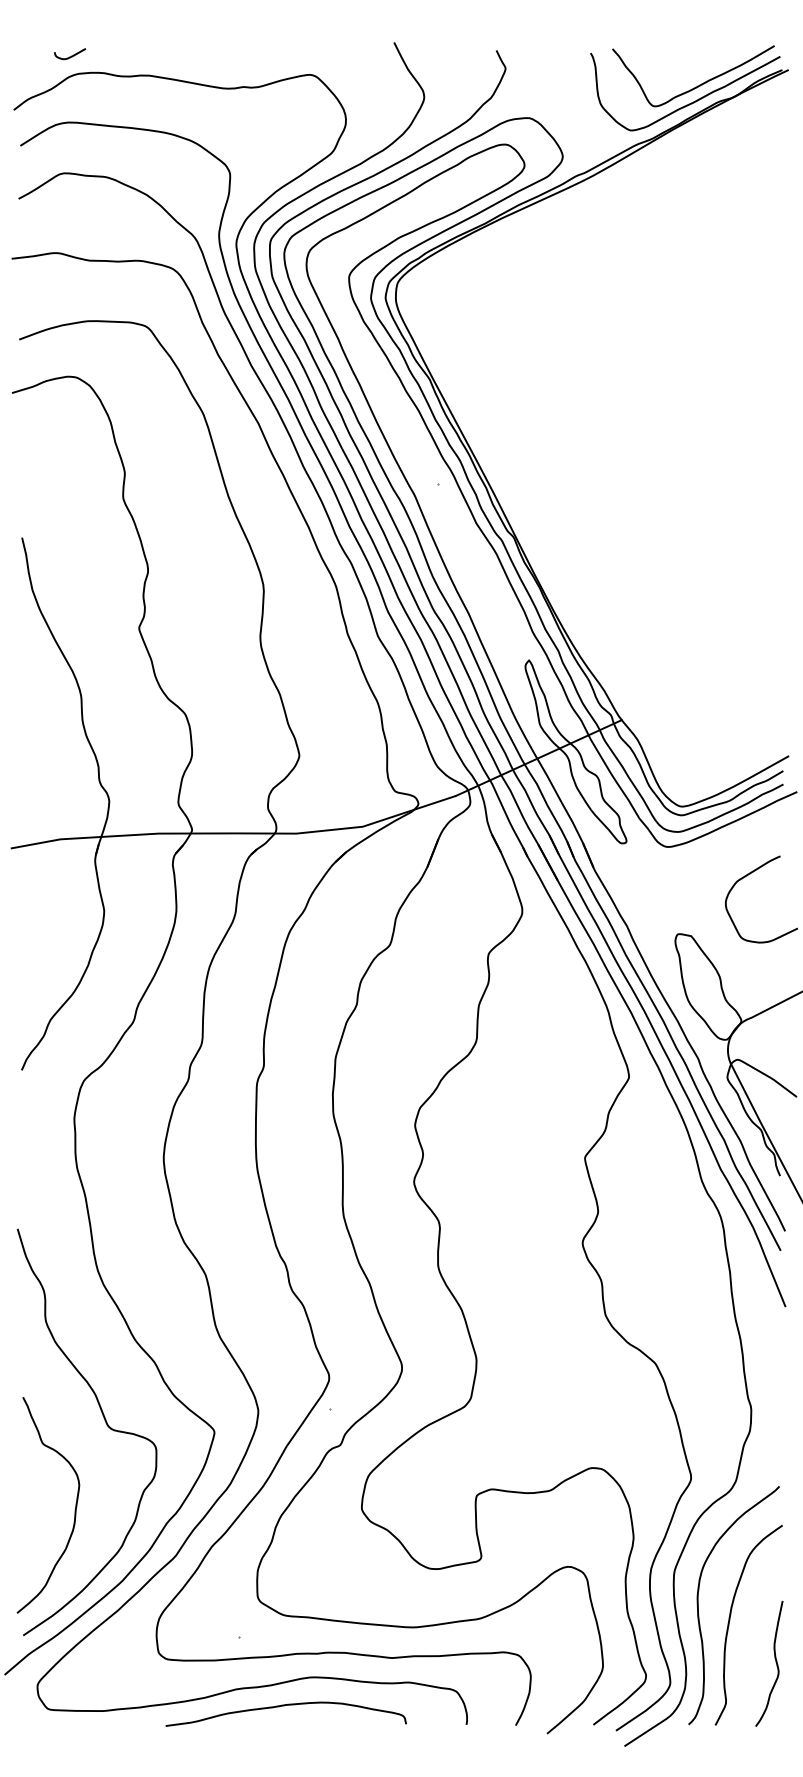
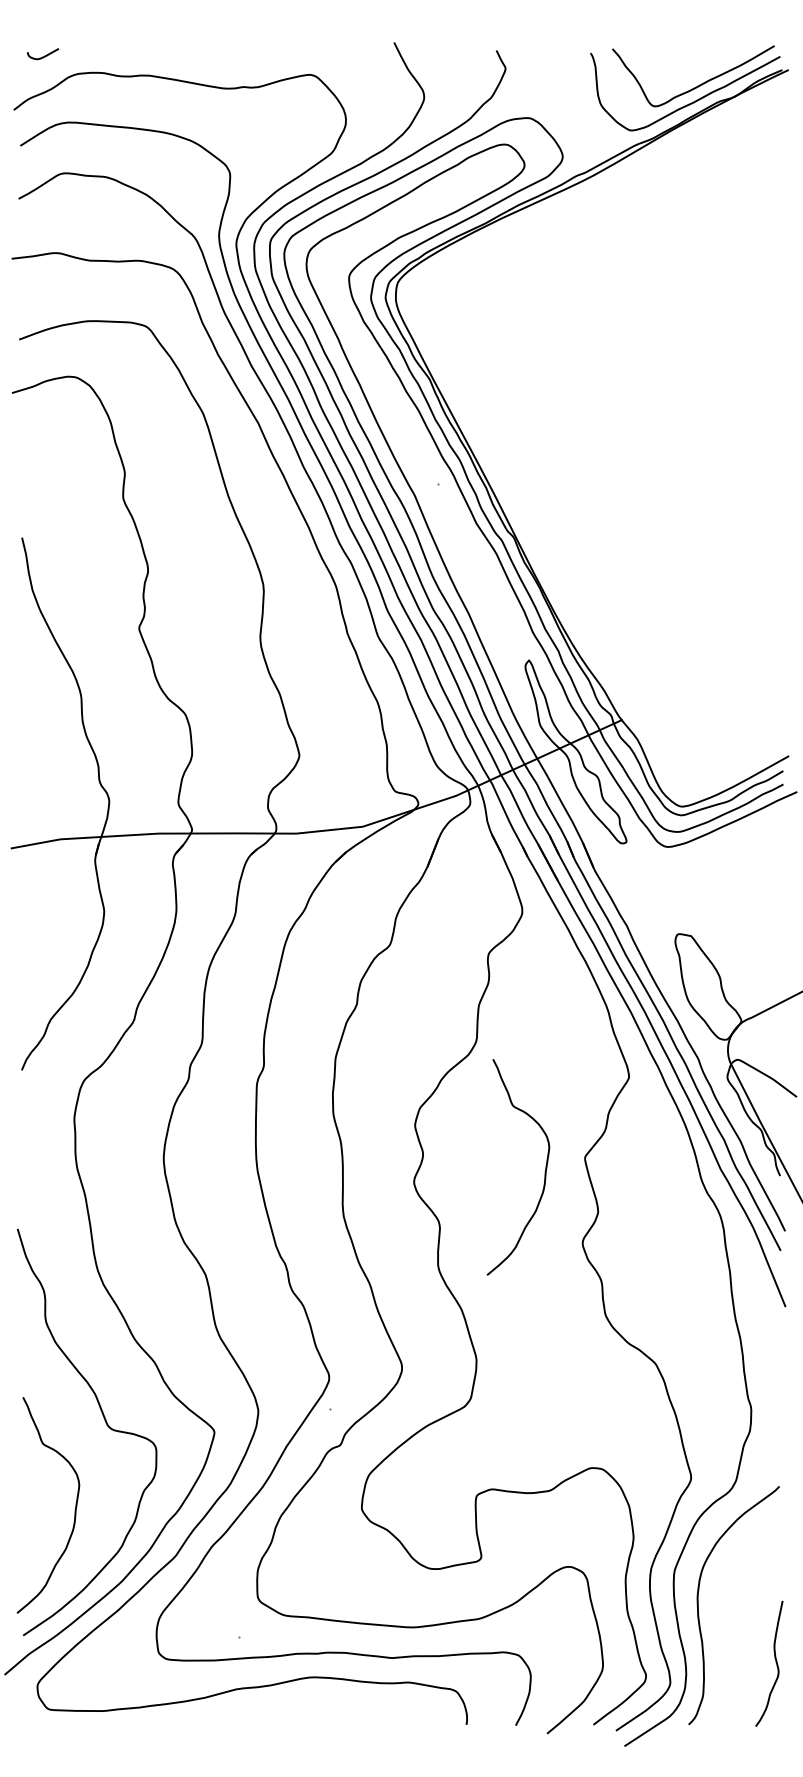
curve at (71, 55) position: (71, 55) -> (44, 55)
curve at (747, 876): present -> none
curve at (544, 1171): none -> present
curve at (730, 1620): present -> none
curve at (284, 1706): present -> none
